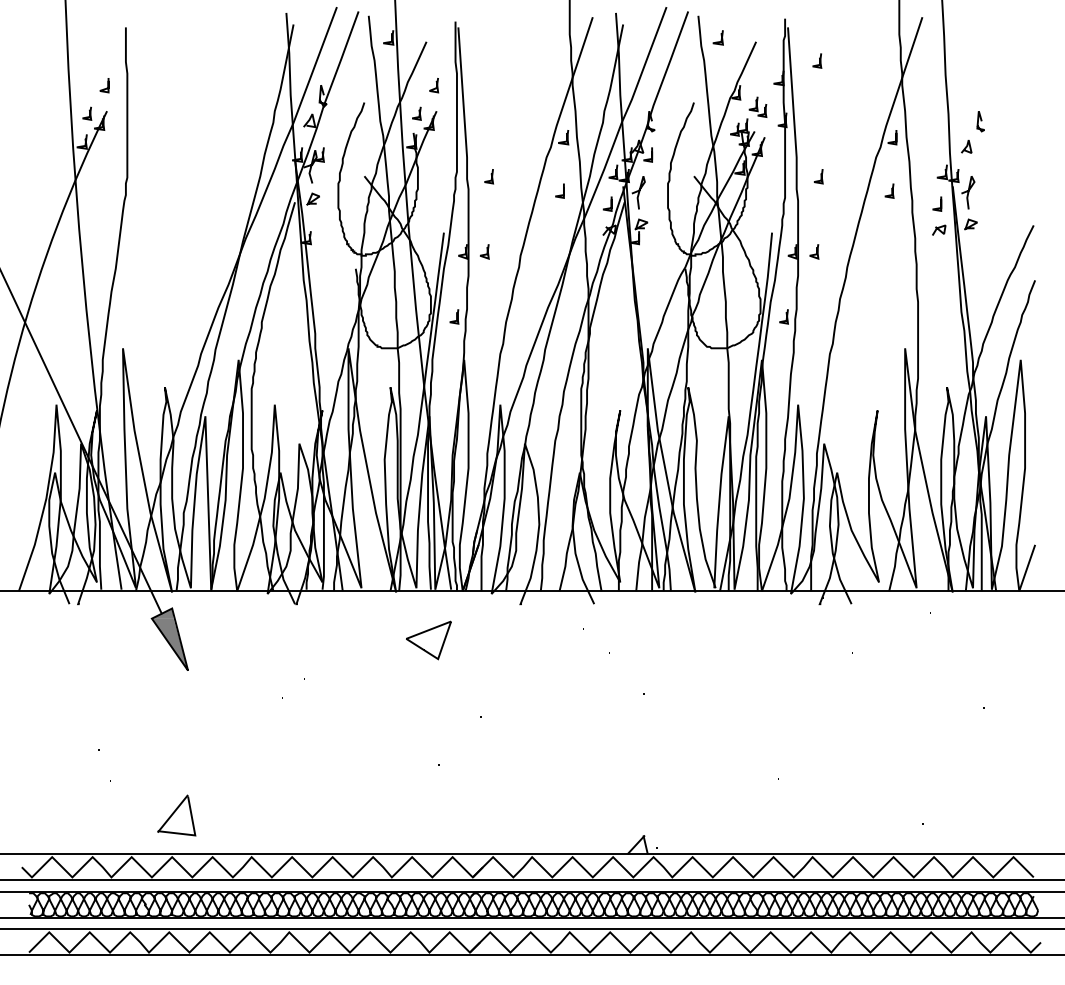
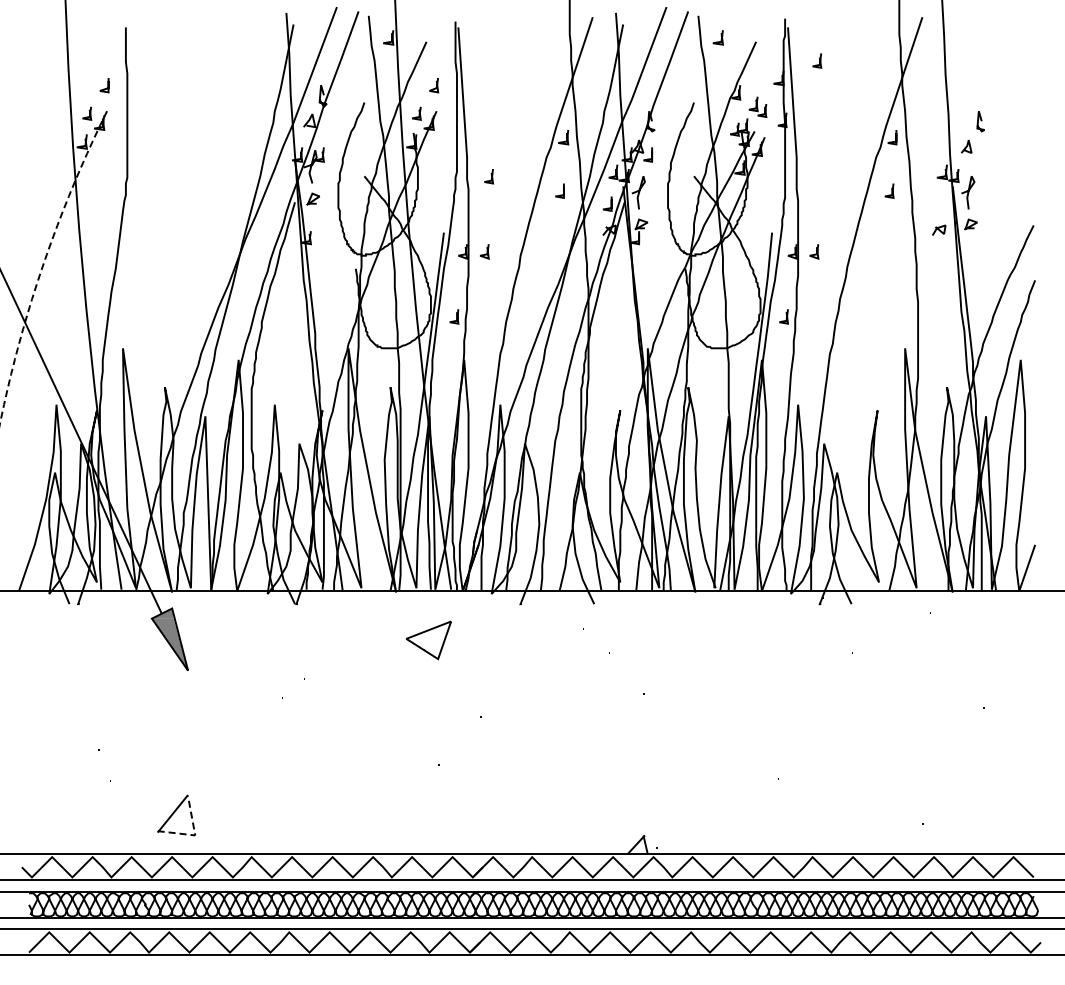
line at (820, 176): present -> none
line at (940, 203): present -> none
arc at (43, 264): solid -> dashed
line at (195, 834): solid -> dashed
